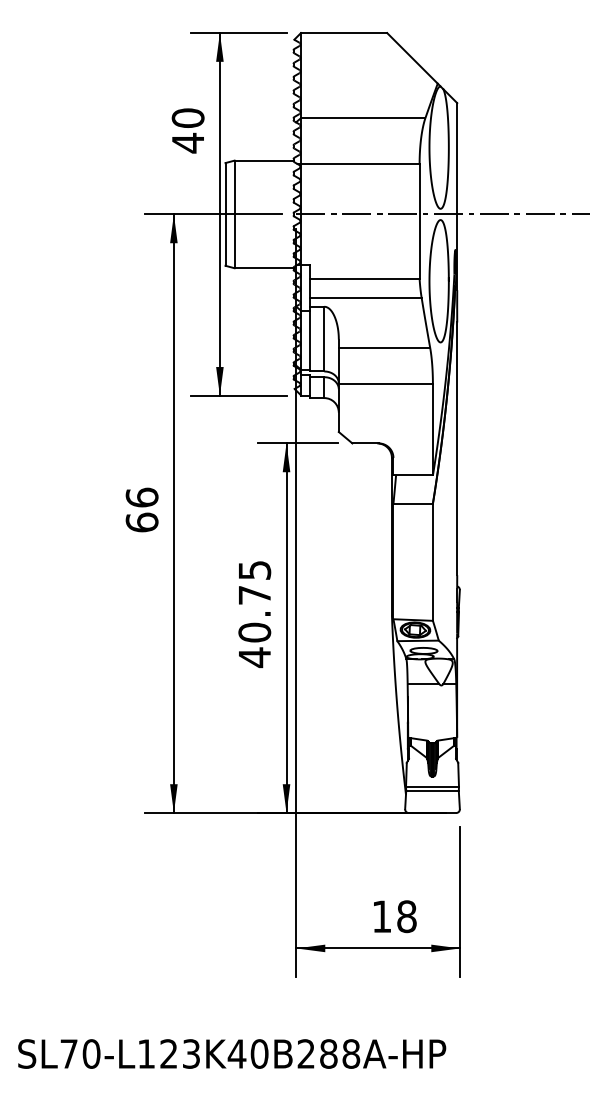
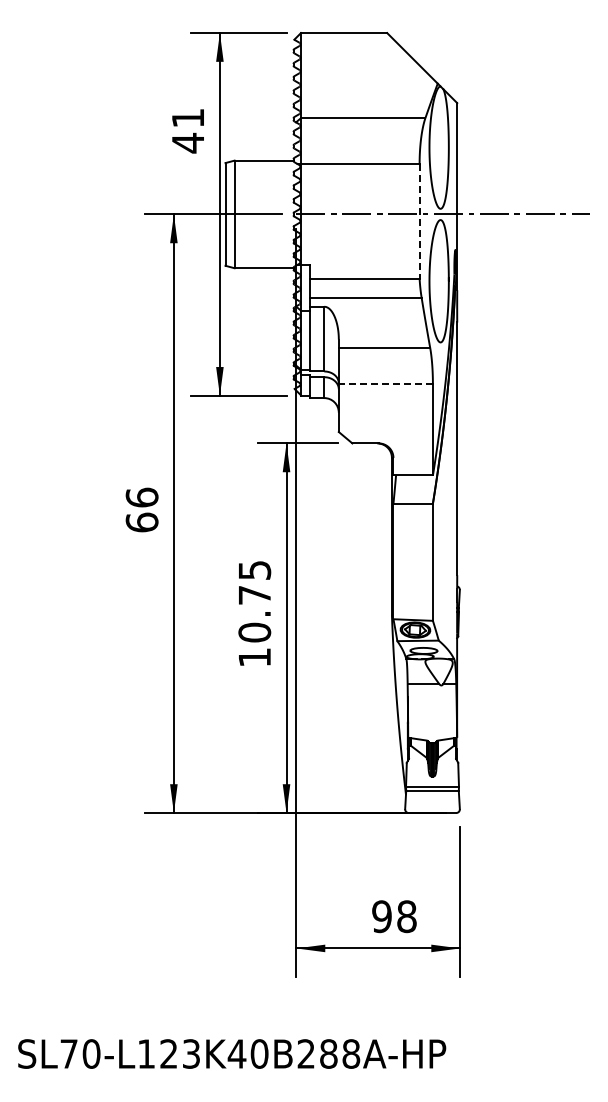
text at (187, 117): 40 -> 41
line at (419, 221): solid -> dashed
line at (385, 384): solid -> dashed
text at (254, 657): 40.75 -> 10.75
text at (381, 916): 18 -> 98
